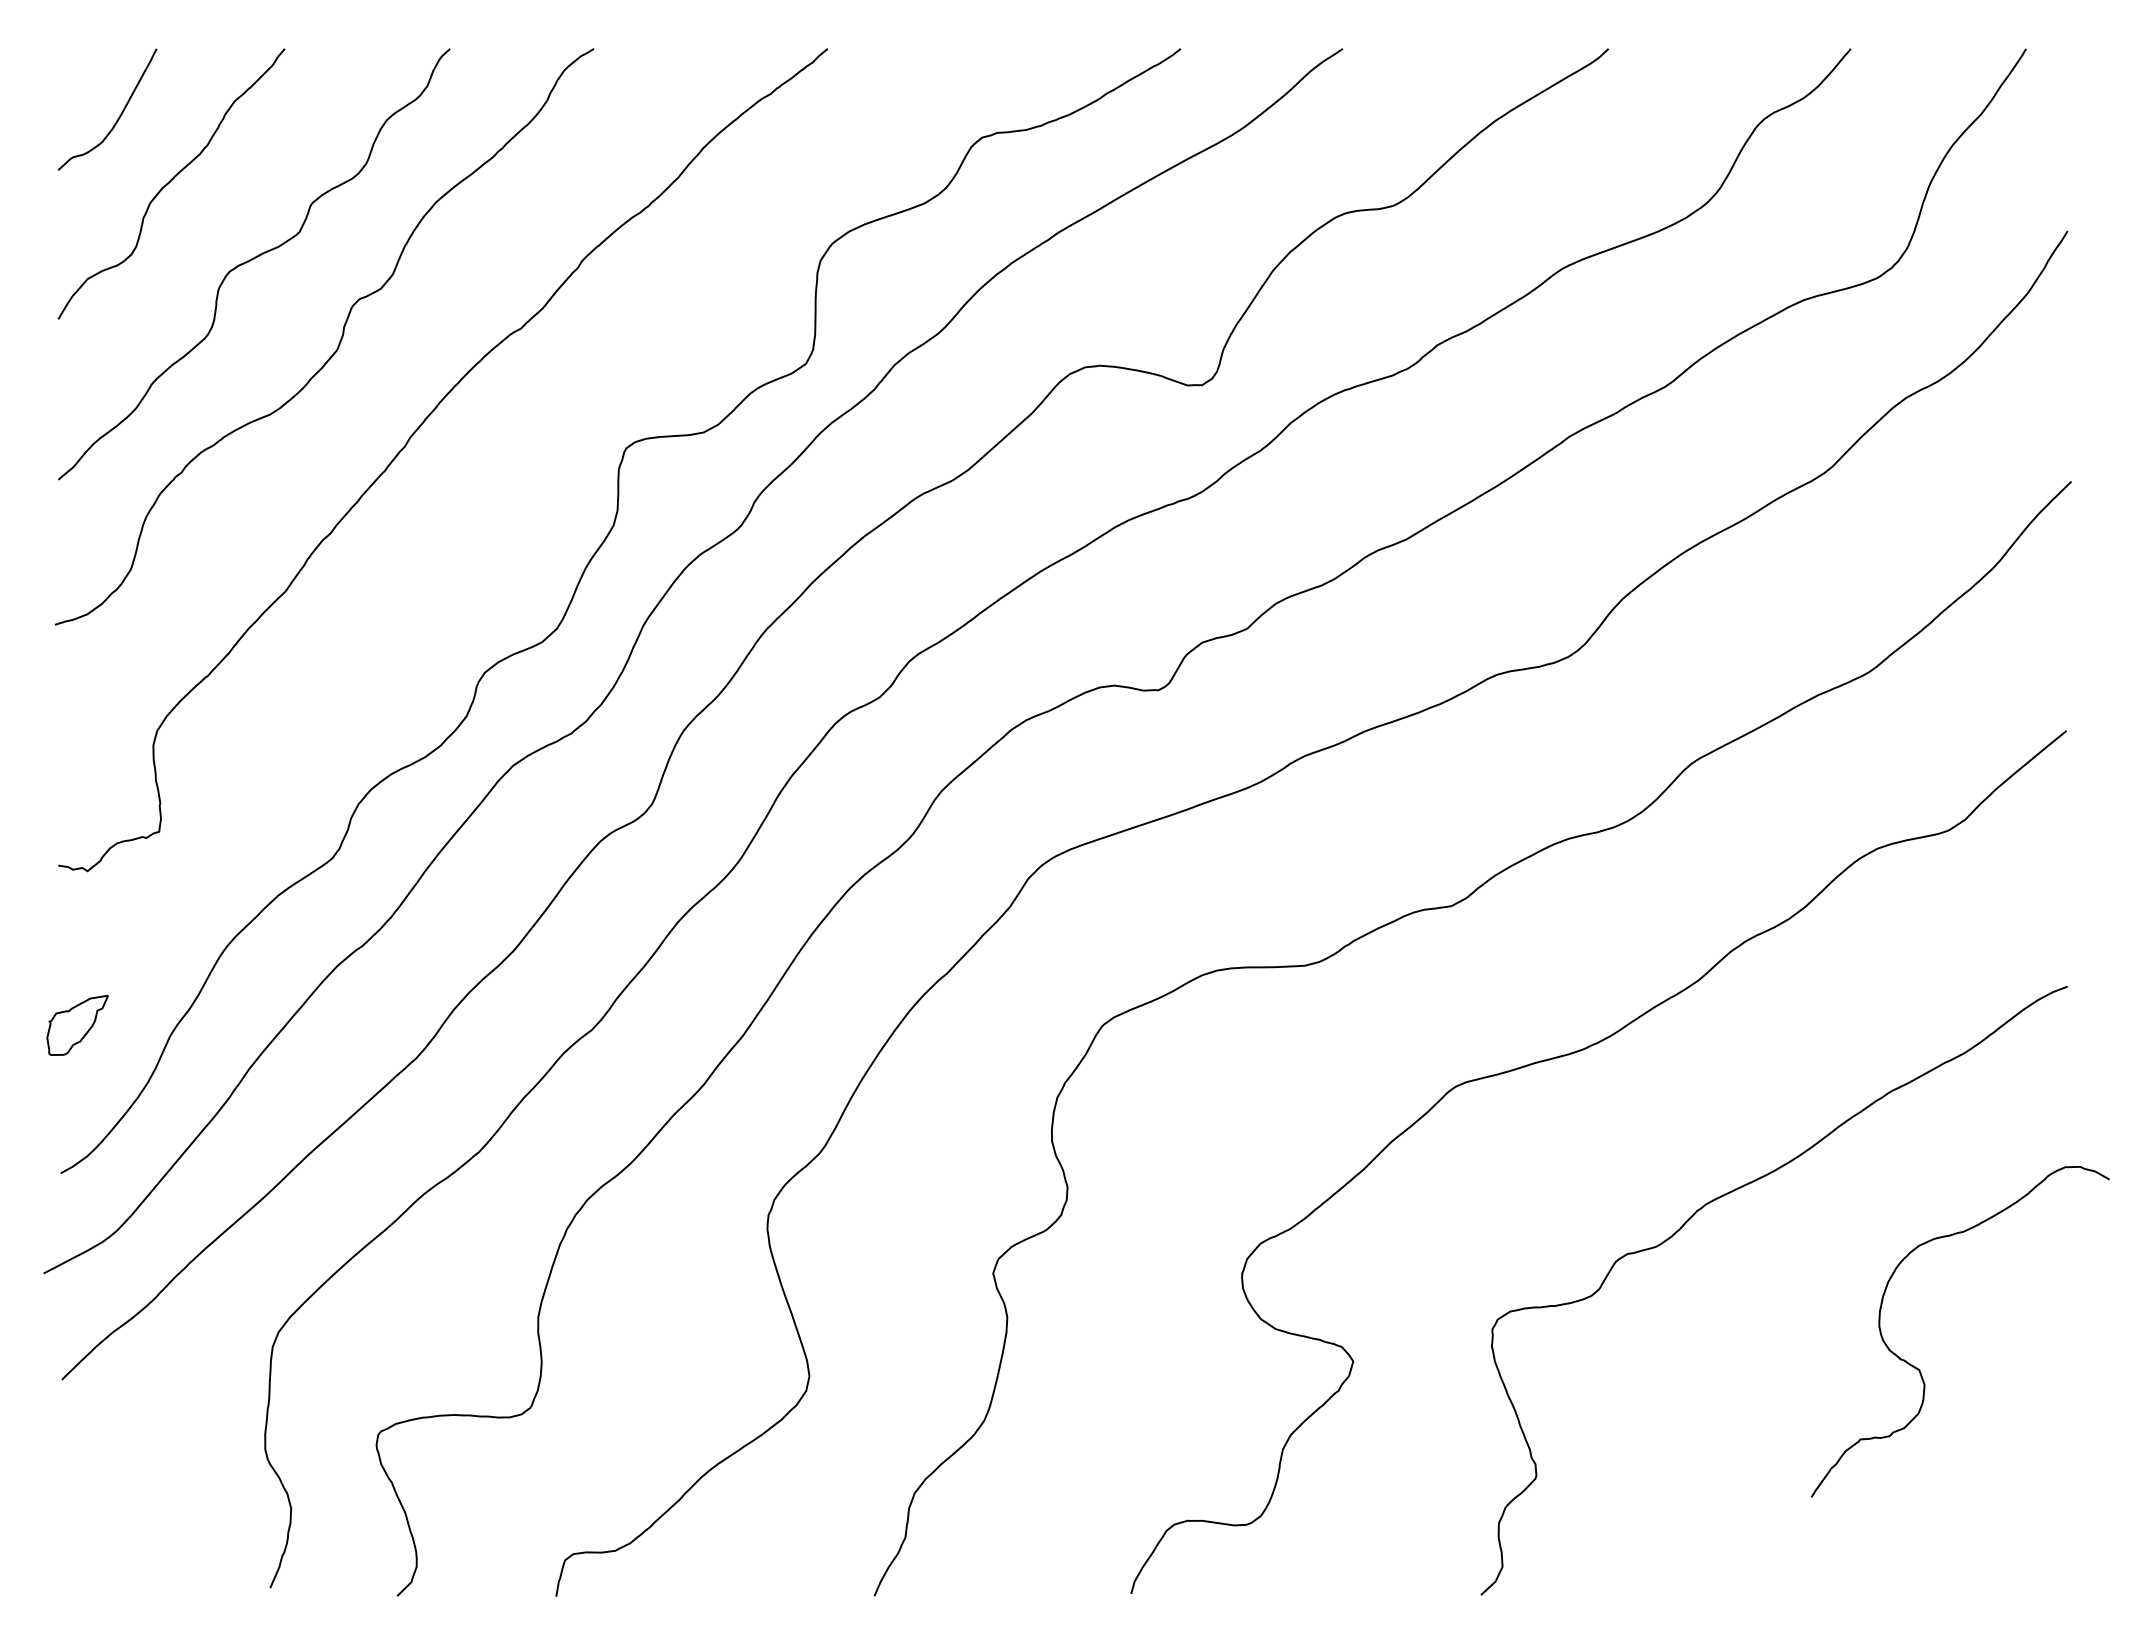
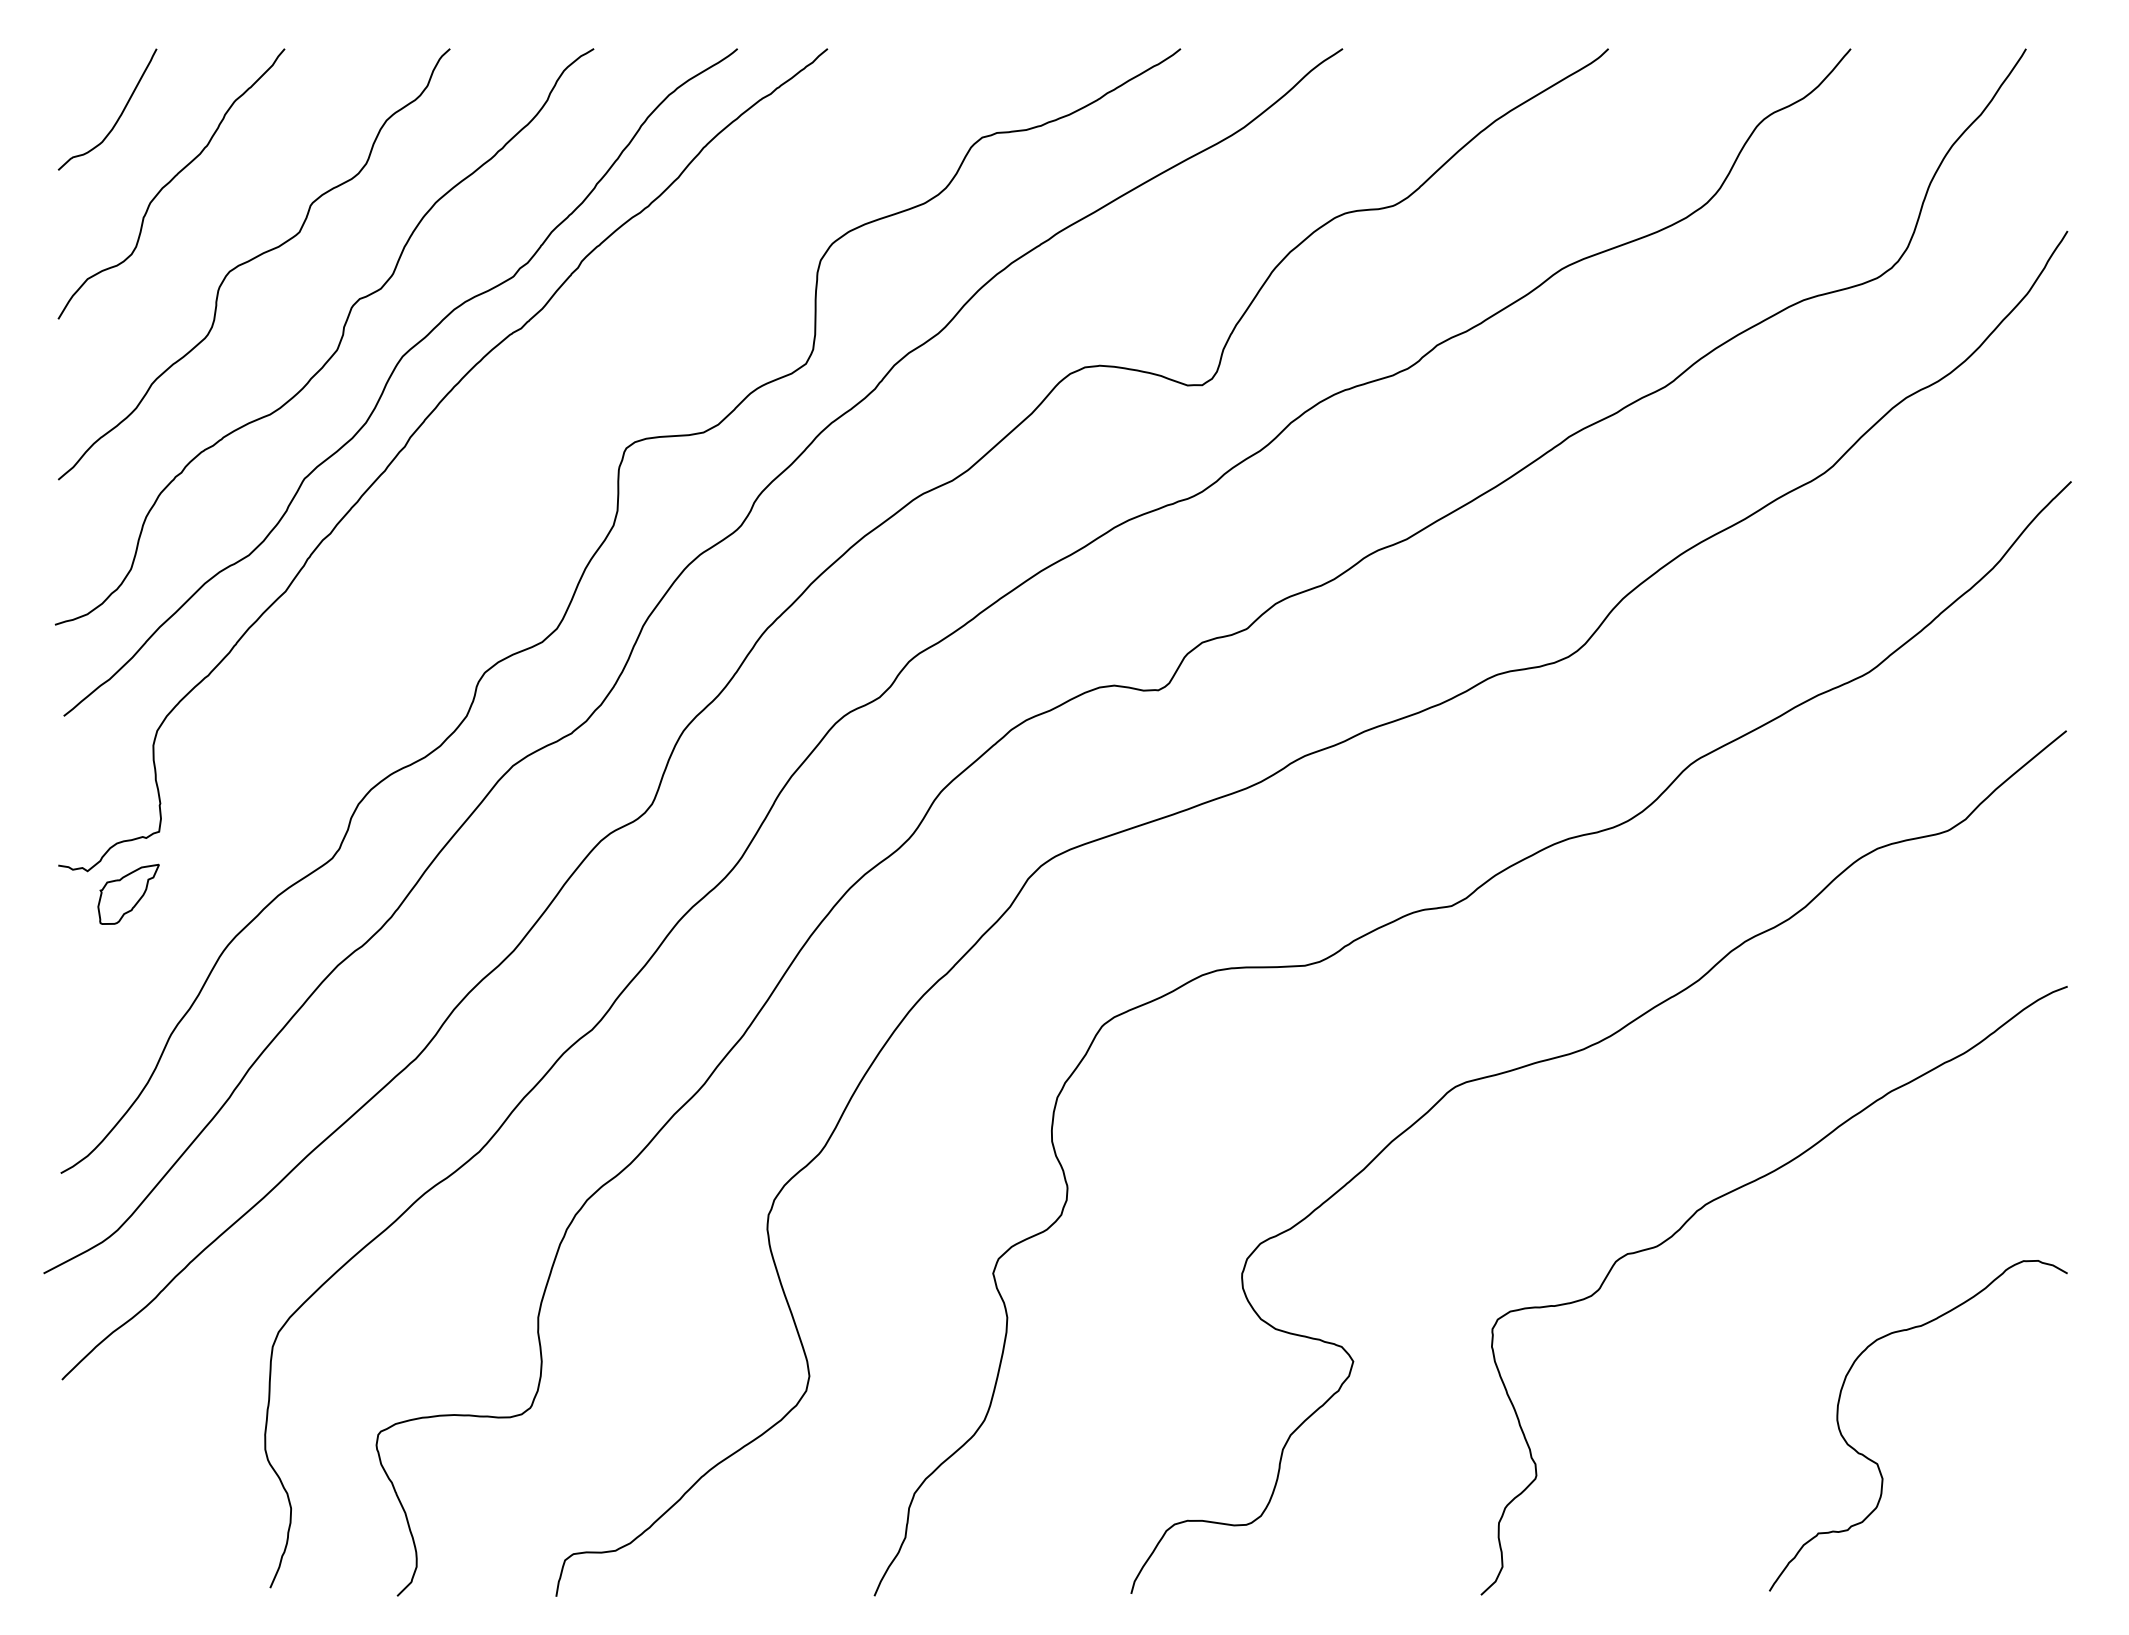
curve at (390, 378): none -> present
part at (77, 1024) position: (77, 1024) -> (128, 893)
curve at (1920, 1370) position: (1920, 1370) -> (1878, 1464)
